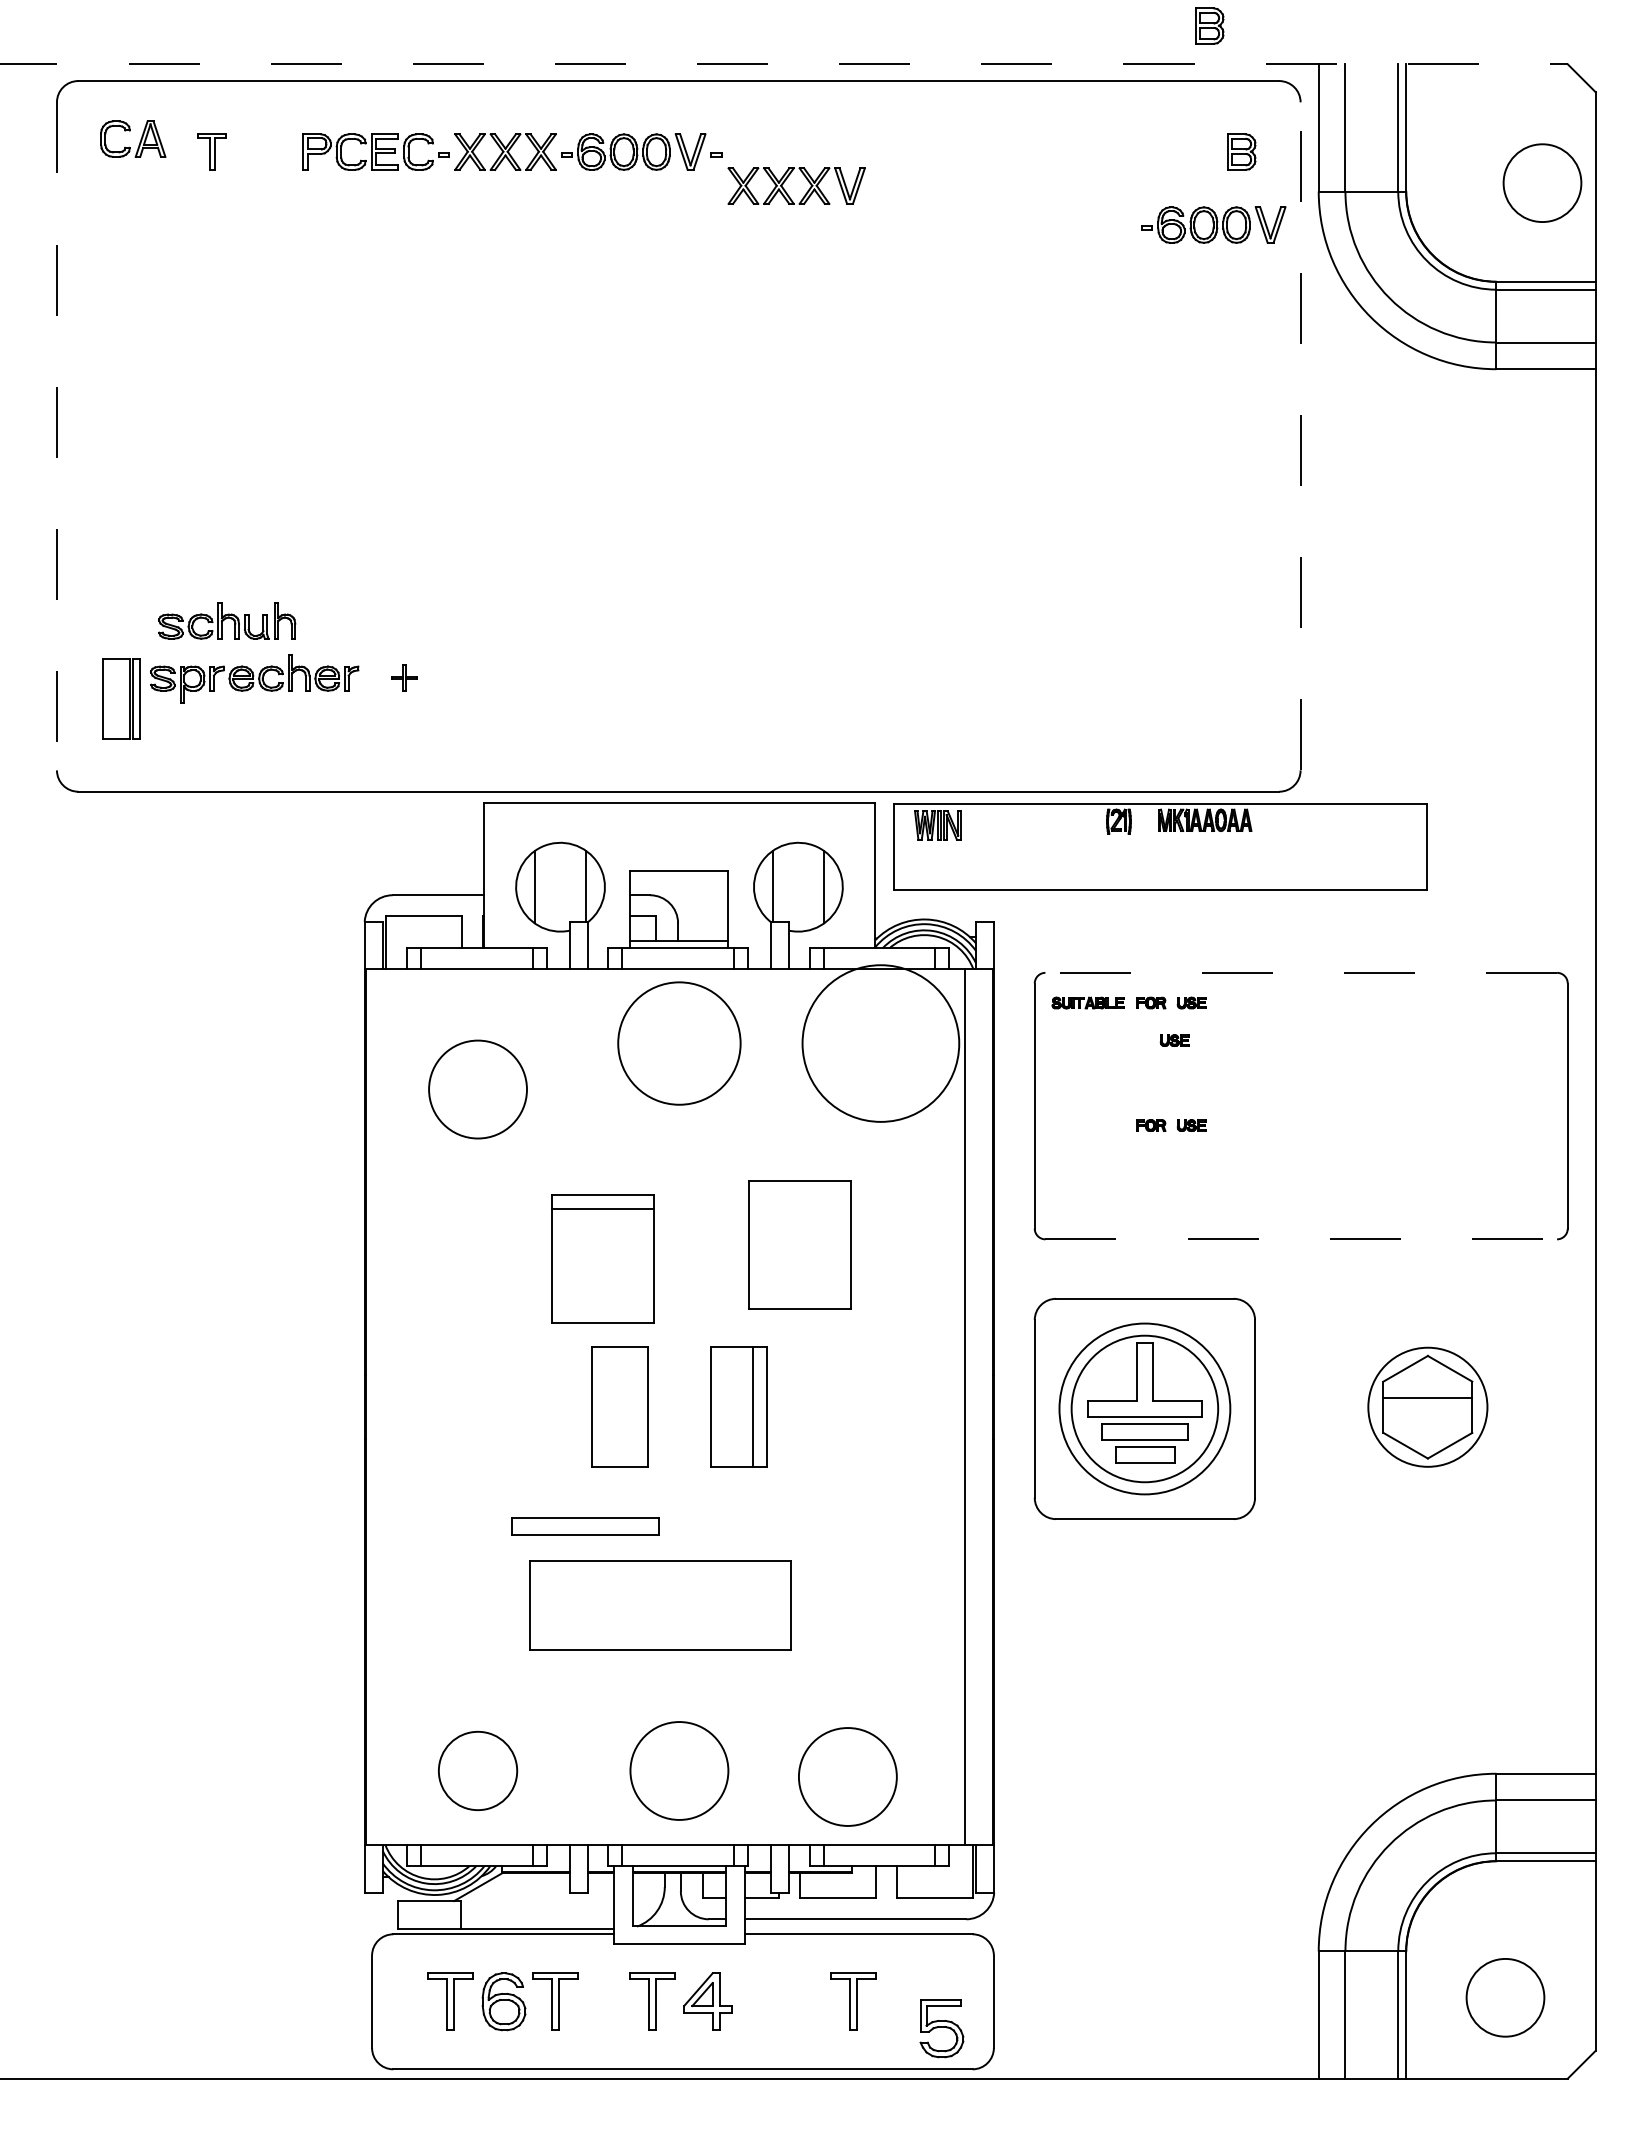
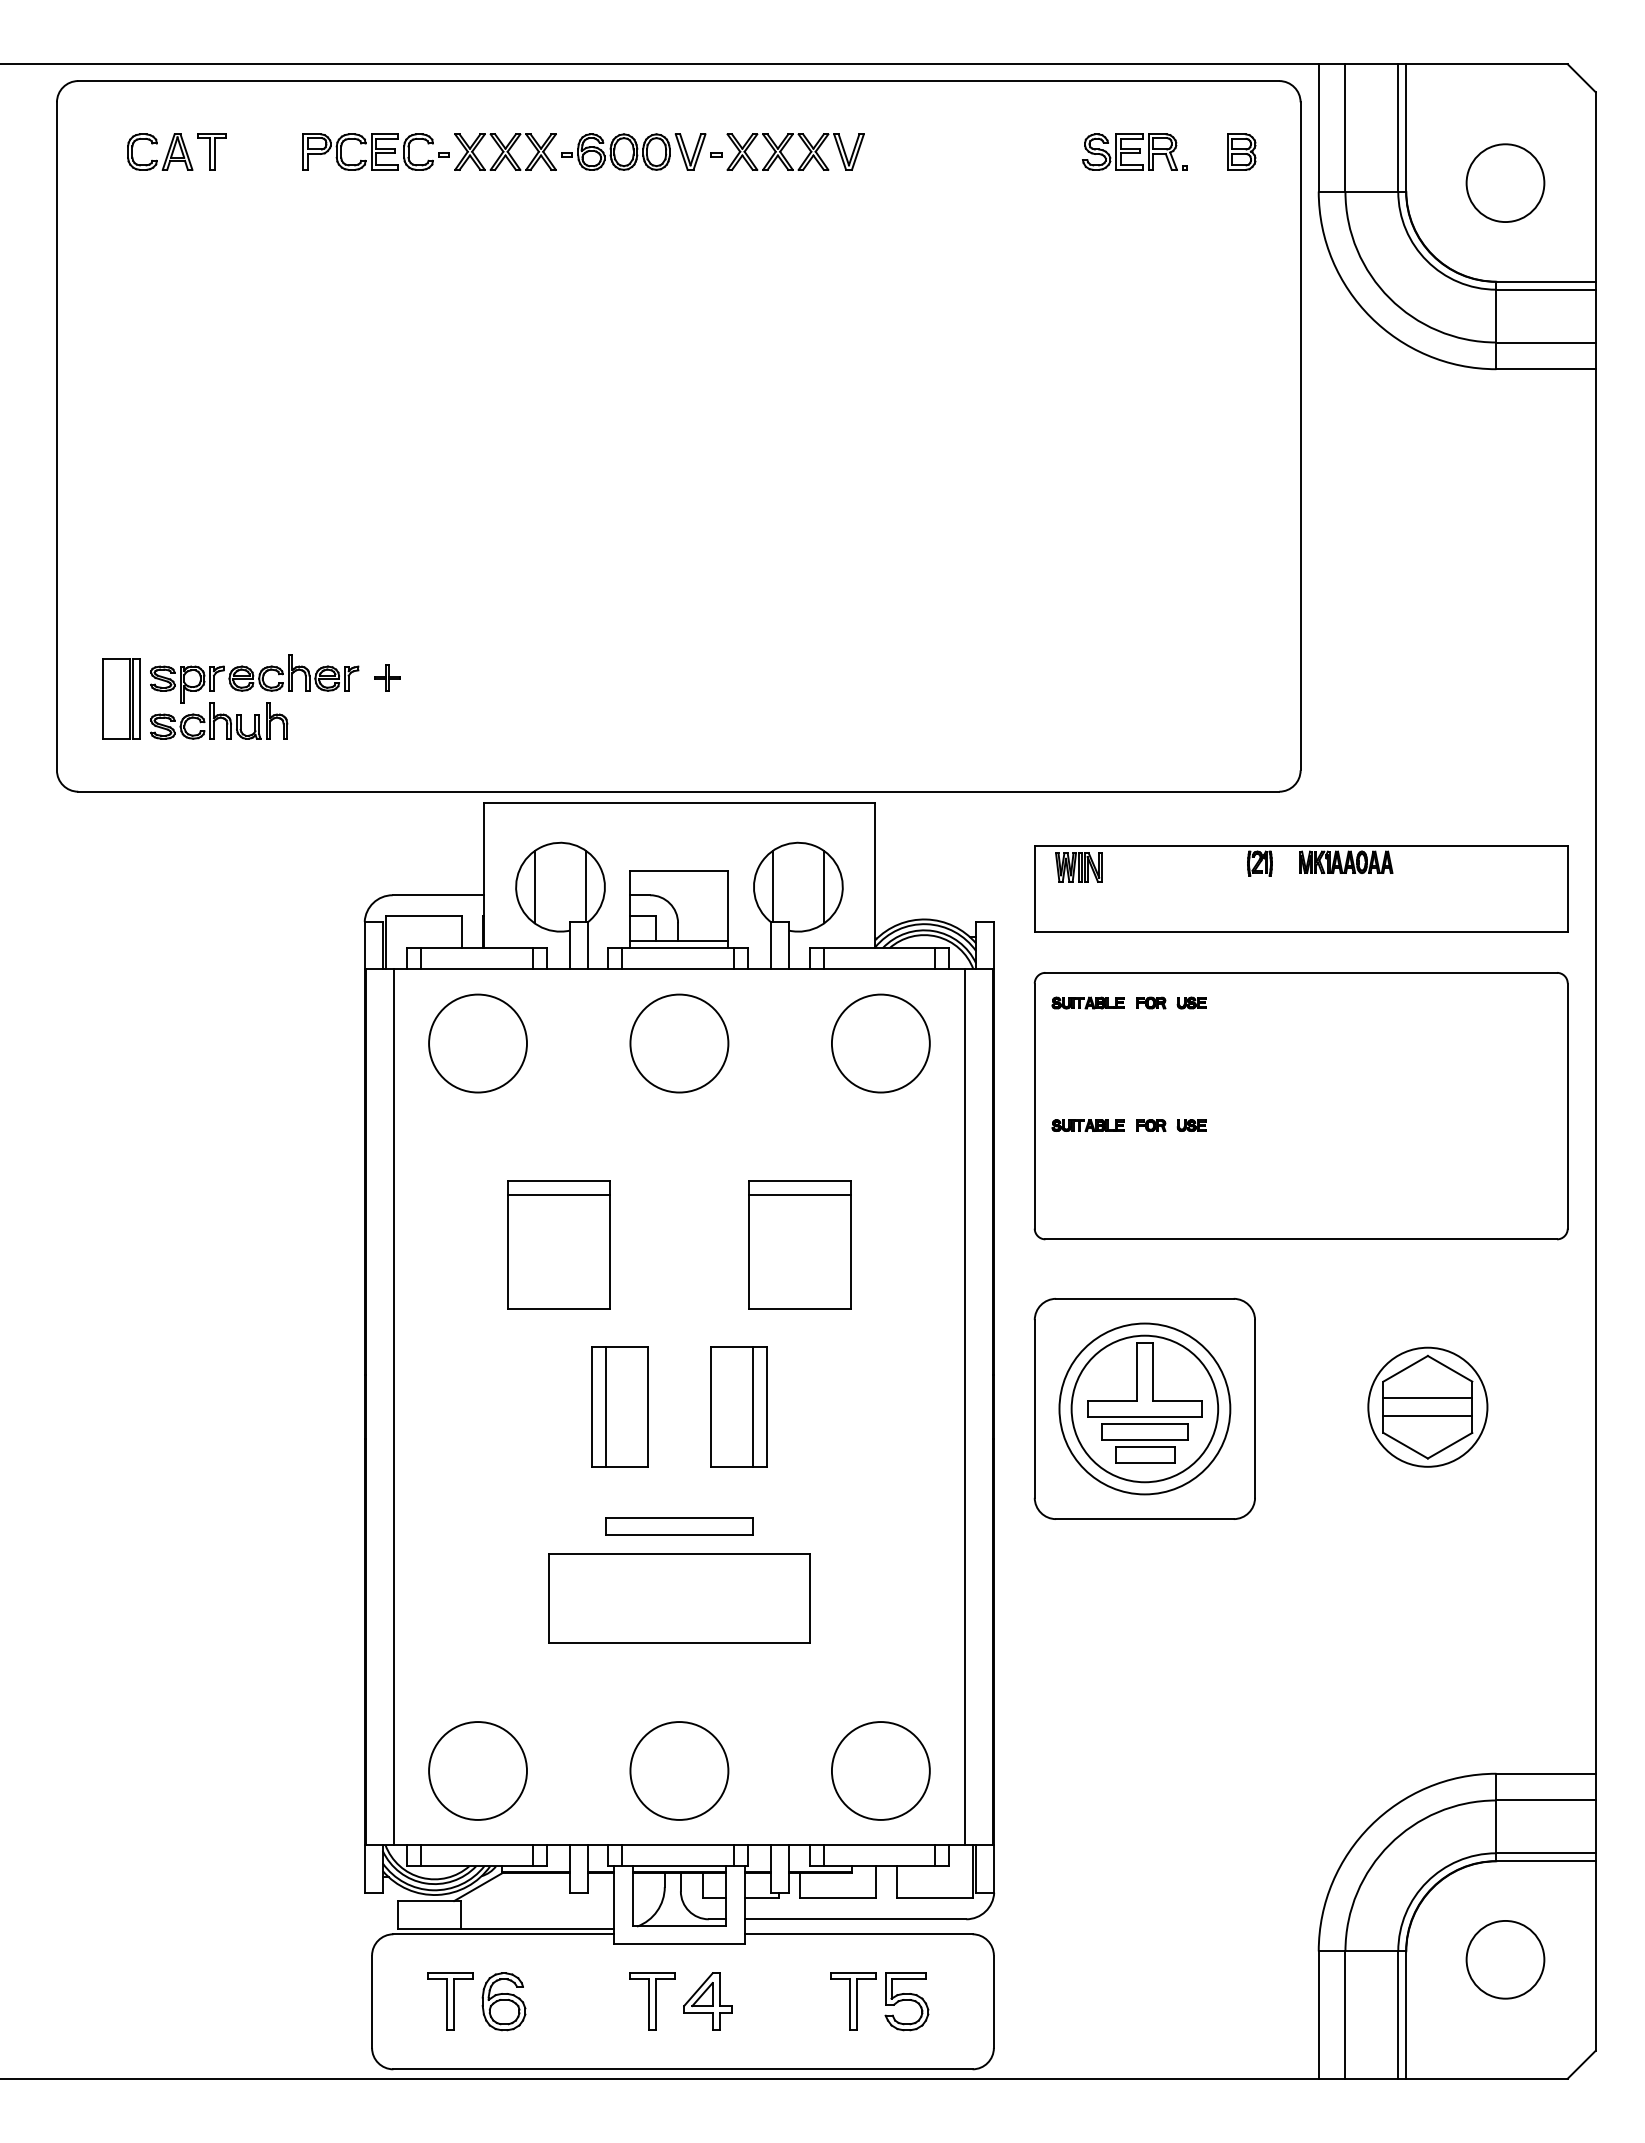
part at (1209, 25): present -> none
line at (784, 64): dashed -> solid
part at (140, 139) position: (140, 139) -> (167, 152)
part at (1134, 151): none -> present
part at (786, 180) position: (786, 180) -> (785, 146)
circle at (1542, 182) position: (1542, 182) -> (1505, 182)
part at (1213, 224): present -> none
line at (1300, 435): dashed -> solid
line at (56, 436): dashed -> solid
part at (227, 620) position: (227, 620) -> (219, 720)
part at (404, 677) position: (404, 677) -> (387, 677)
part at (1160, 846) position: (1160, 846) -> (1301, 888)
line at (1301, 972): dashed -> solid
part at (1174, 1040): present -> none
circle at (679, 1043) diameter: 122 px -> 98 px
circle at (880, 1043) diameter: 157 px -> 98 px
circle at (477, 1089) position: (477, 1089) -> (477, 1043)
part at (1087, 1125): none -> present
line at (799, 1195): none -> present
line at (1301, 1239): dashed -> solid
part at (602, 1258) position: (602, 1258) -> (558, 1244)
line at (394, 1407): none -> present
line at (606, 1407): none -> present
line at (1427, 1416): none -> present
part at (585, 1526) position: (585, 1526) -> (679, 1526)
part at (660, 1605) position: (660, 1605) -> (679, 1598)
circle at (478, 1770) size: 81x81 px -> 100x100 px
circle at (847, 1776) position: (847, 1776) -> (880, 1770)
circle at (1505, 1997) position: (1505, 1997) -> (1505, 1959)
part at (555, 2001): present -> none
part at (941, 2028) position: (941, 2028) -> (906, 2001)
